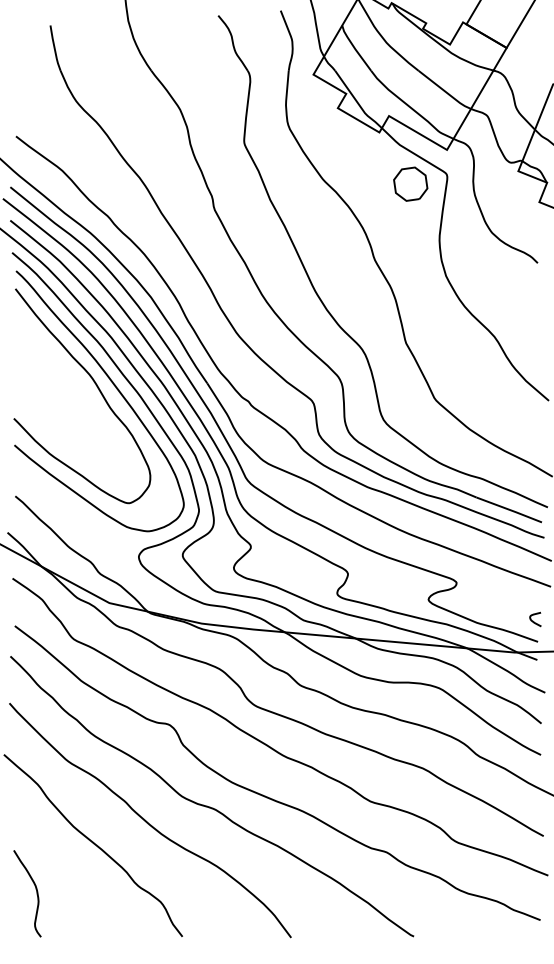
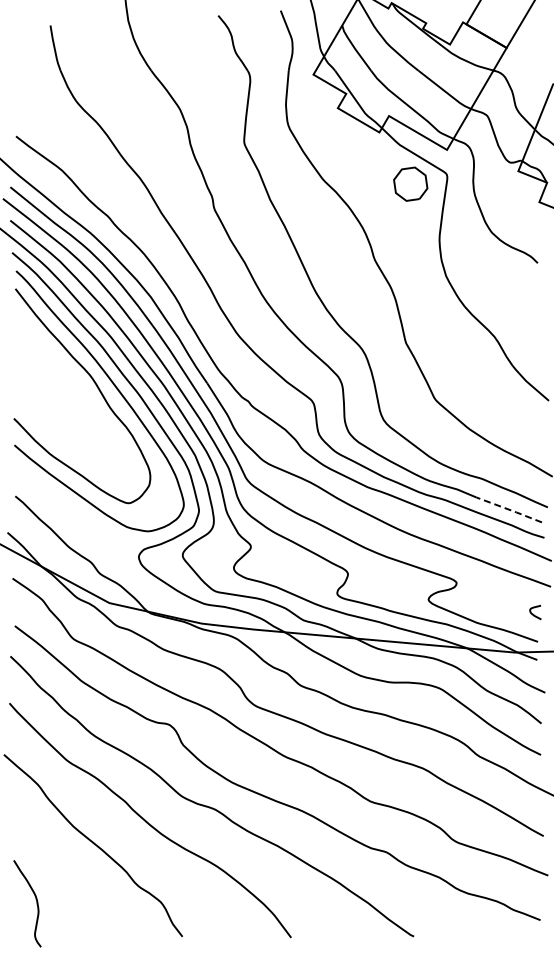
line at (509, 509): solid -> dashed
curve at (533, 620) position: (533, 620) -> (533, 613)
curve at (35, 889) position: (35, 889) -> (35, 899)
